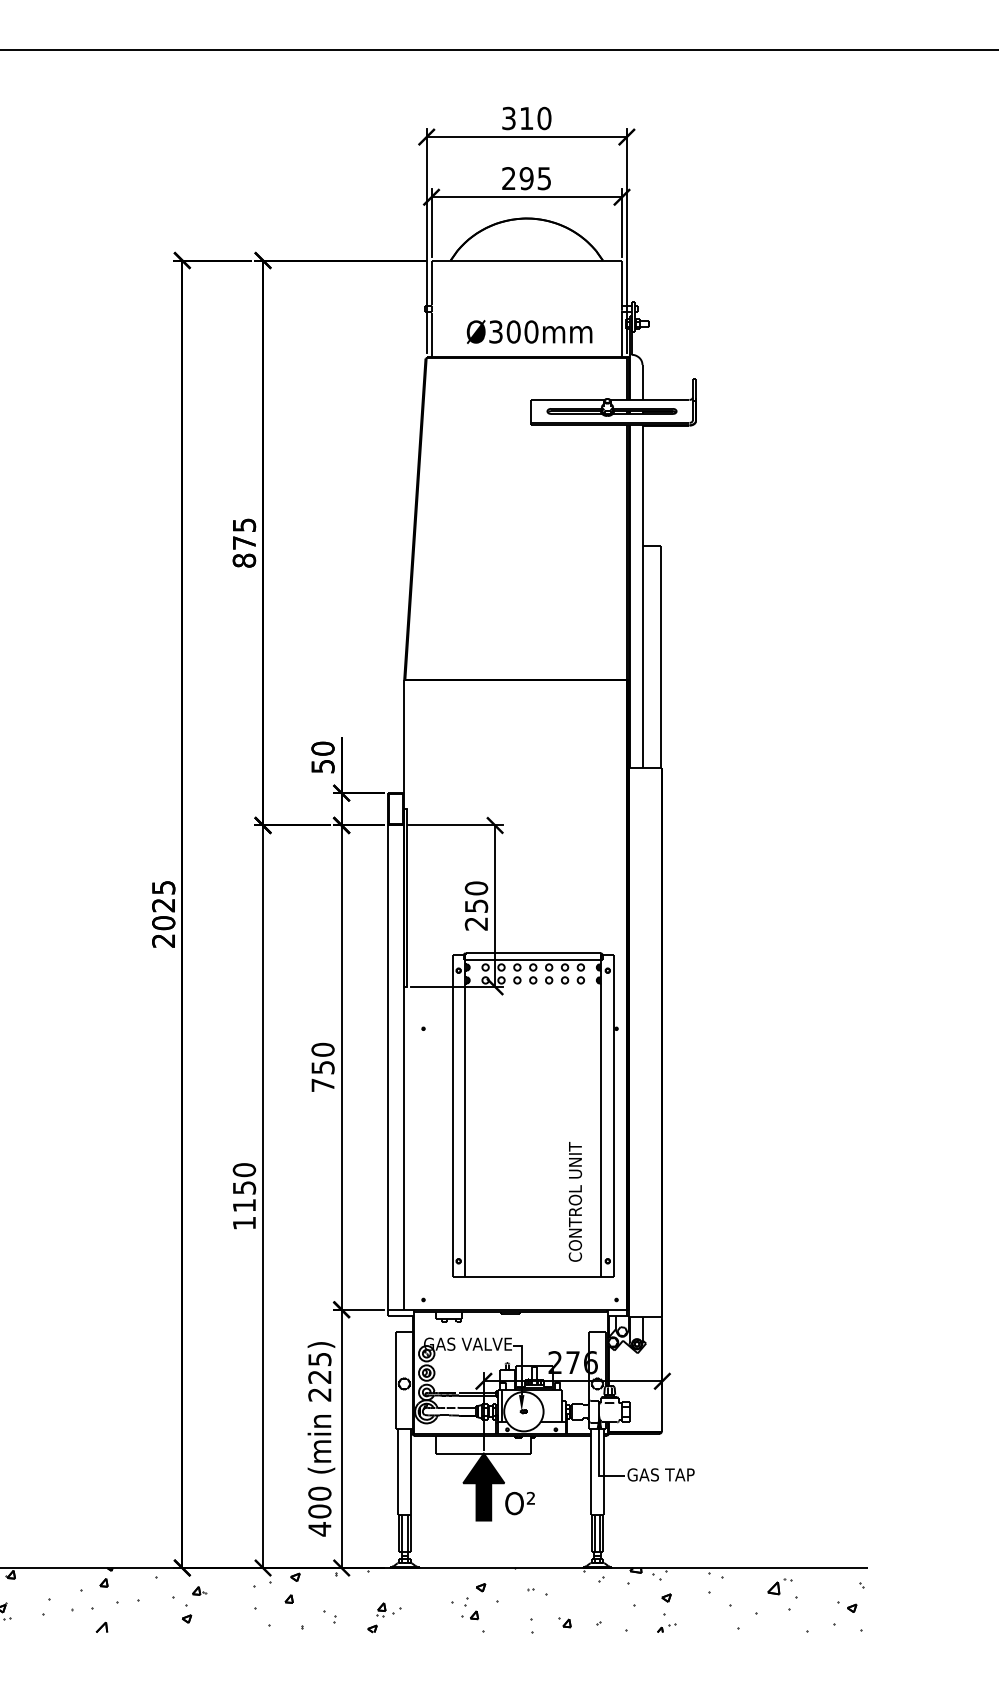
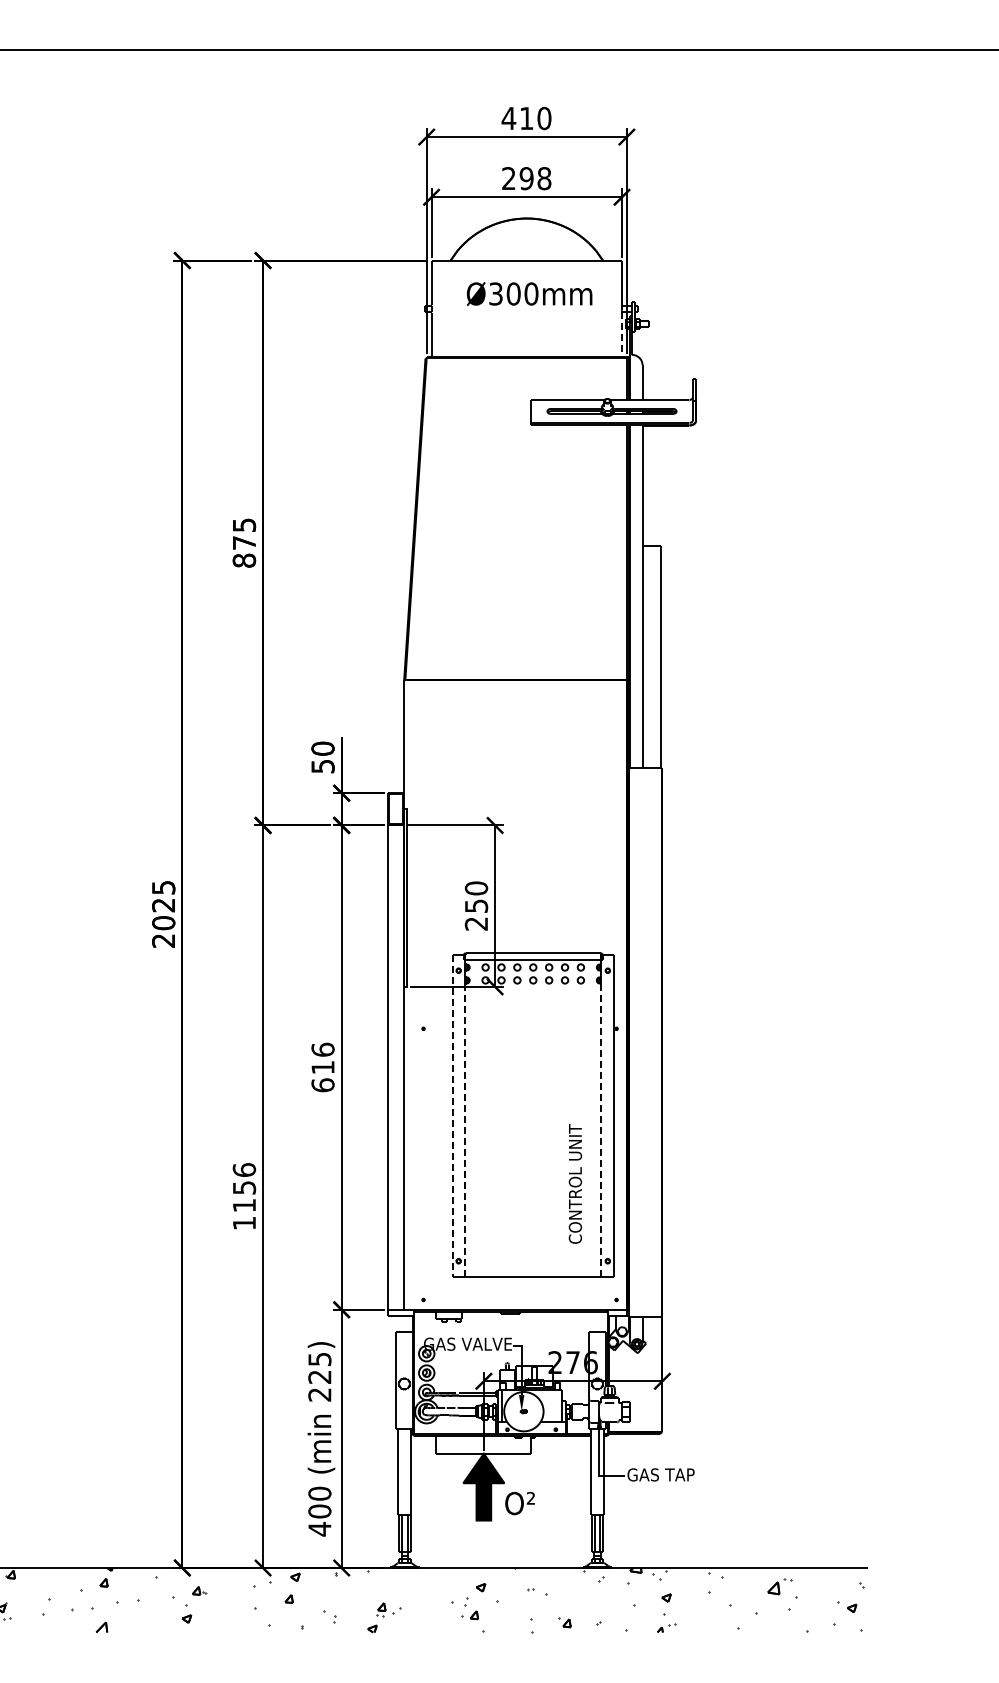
text at (508, 118): 310 -> 410
text at (544, 178): 295 -> 298
text at (529, 331) position: (529, 331) -> (529, 293)
line at (621, 334): solid -> dashed
text at (322, 1067): 750 -> 616
line at (452, 1116): solid -> dashed
line at (465, 1130): solid -> dashed
line at (601, 1130): solid -> dashed
text at (243, 1170): 1150 -> 1156
text at (574, 1201) position: (574, 1201) -> (574, 1183)
